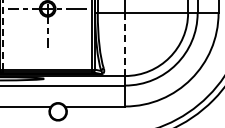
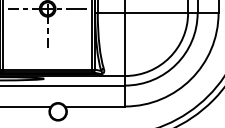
line at (2, 34): dashed -> solid
line at (125, 44): dashed -> solid
